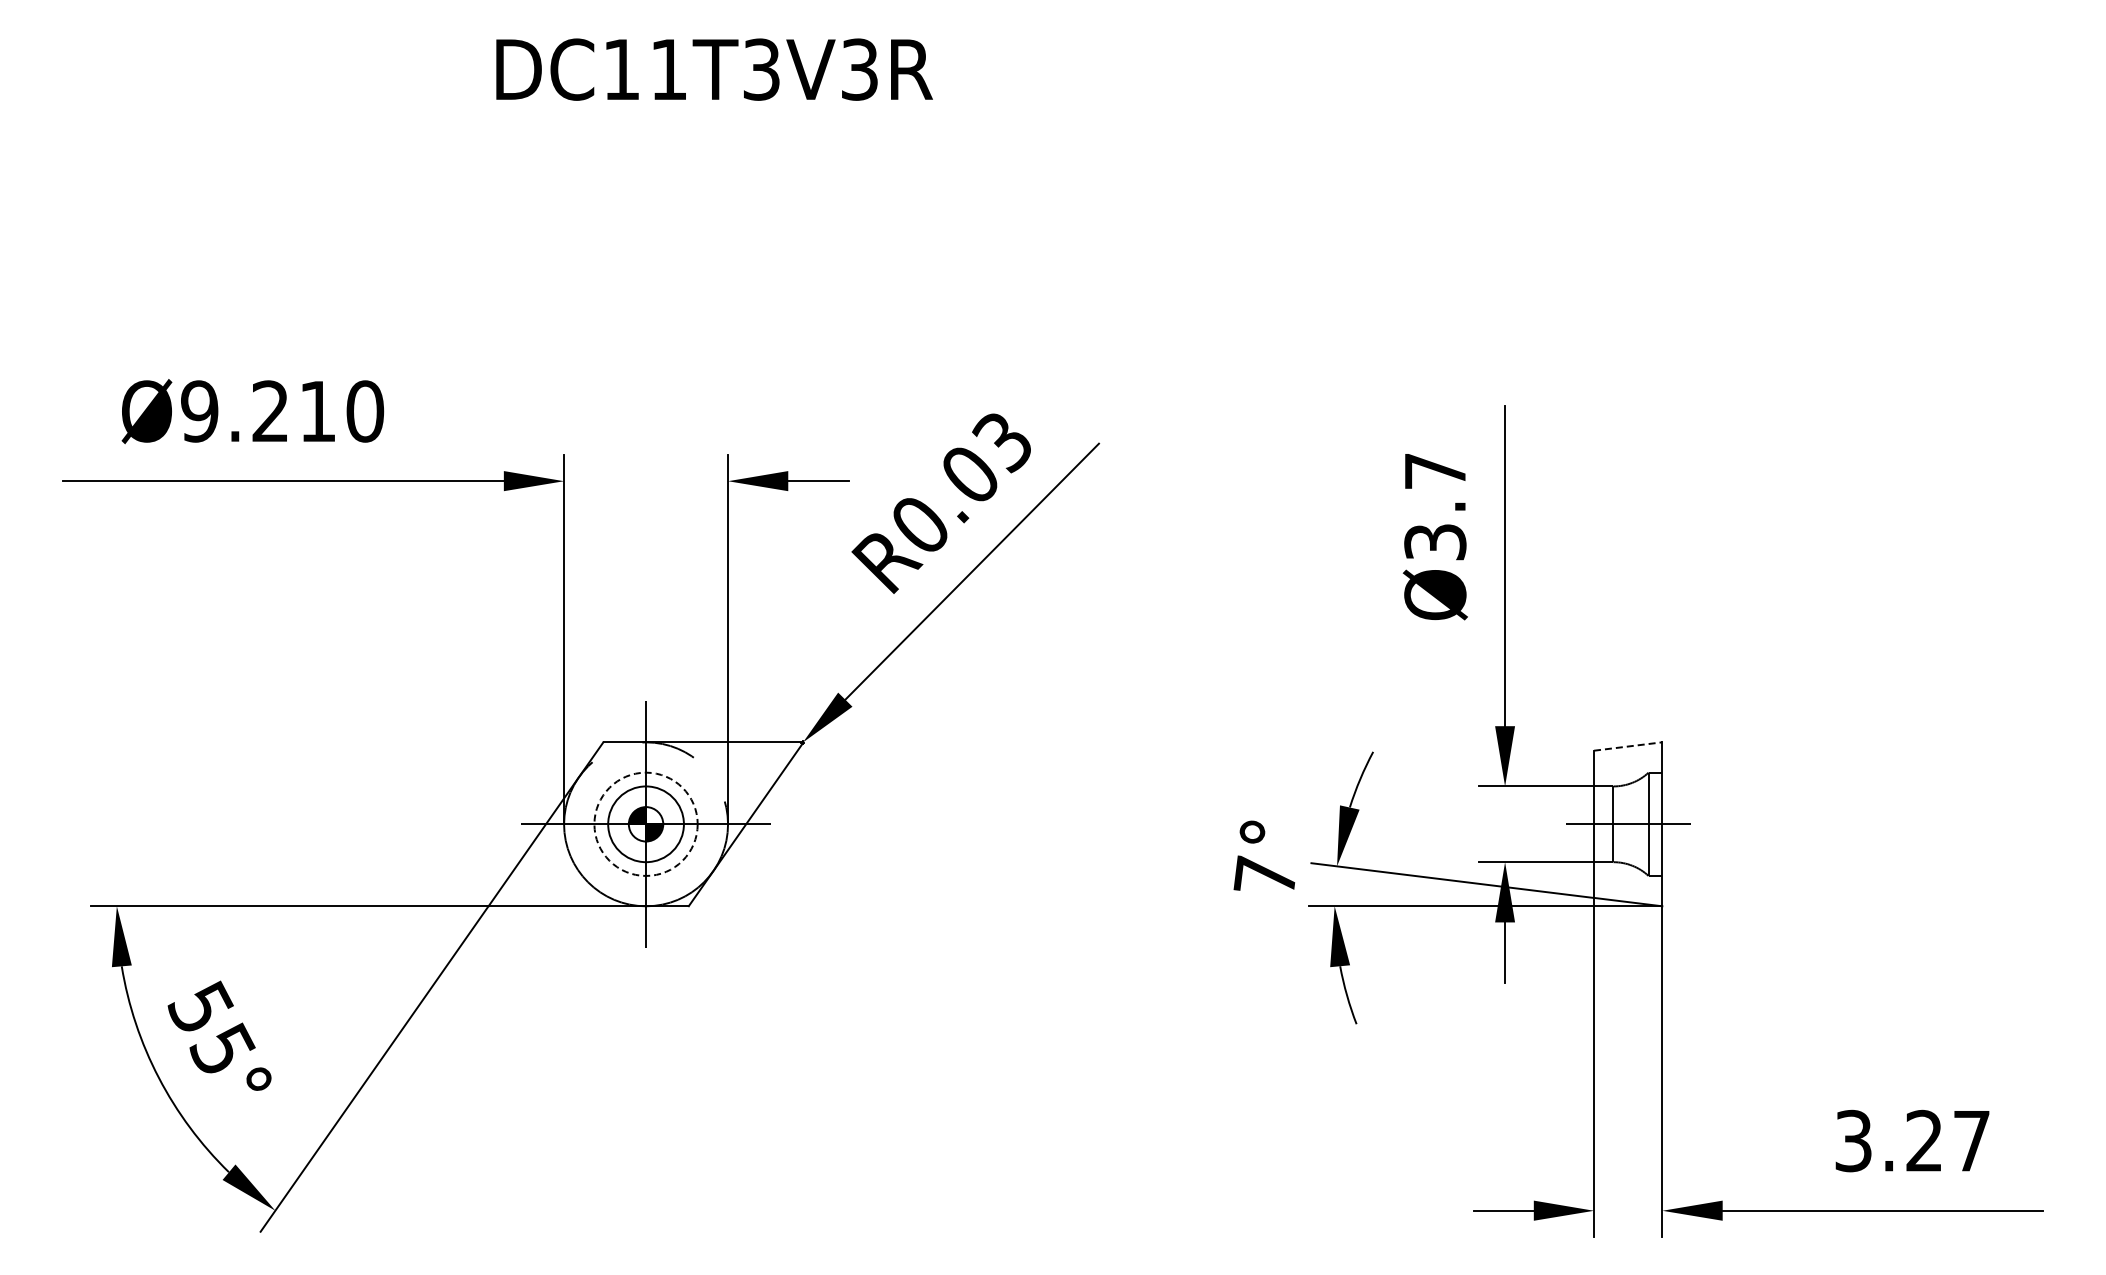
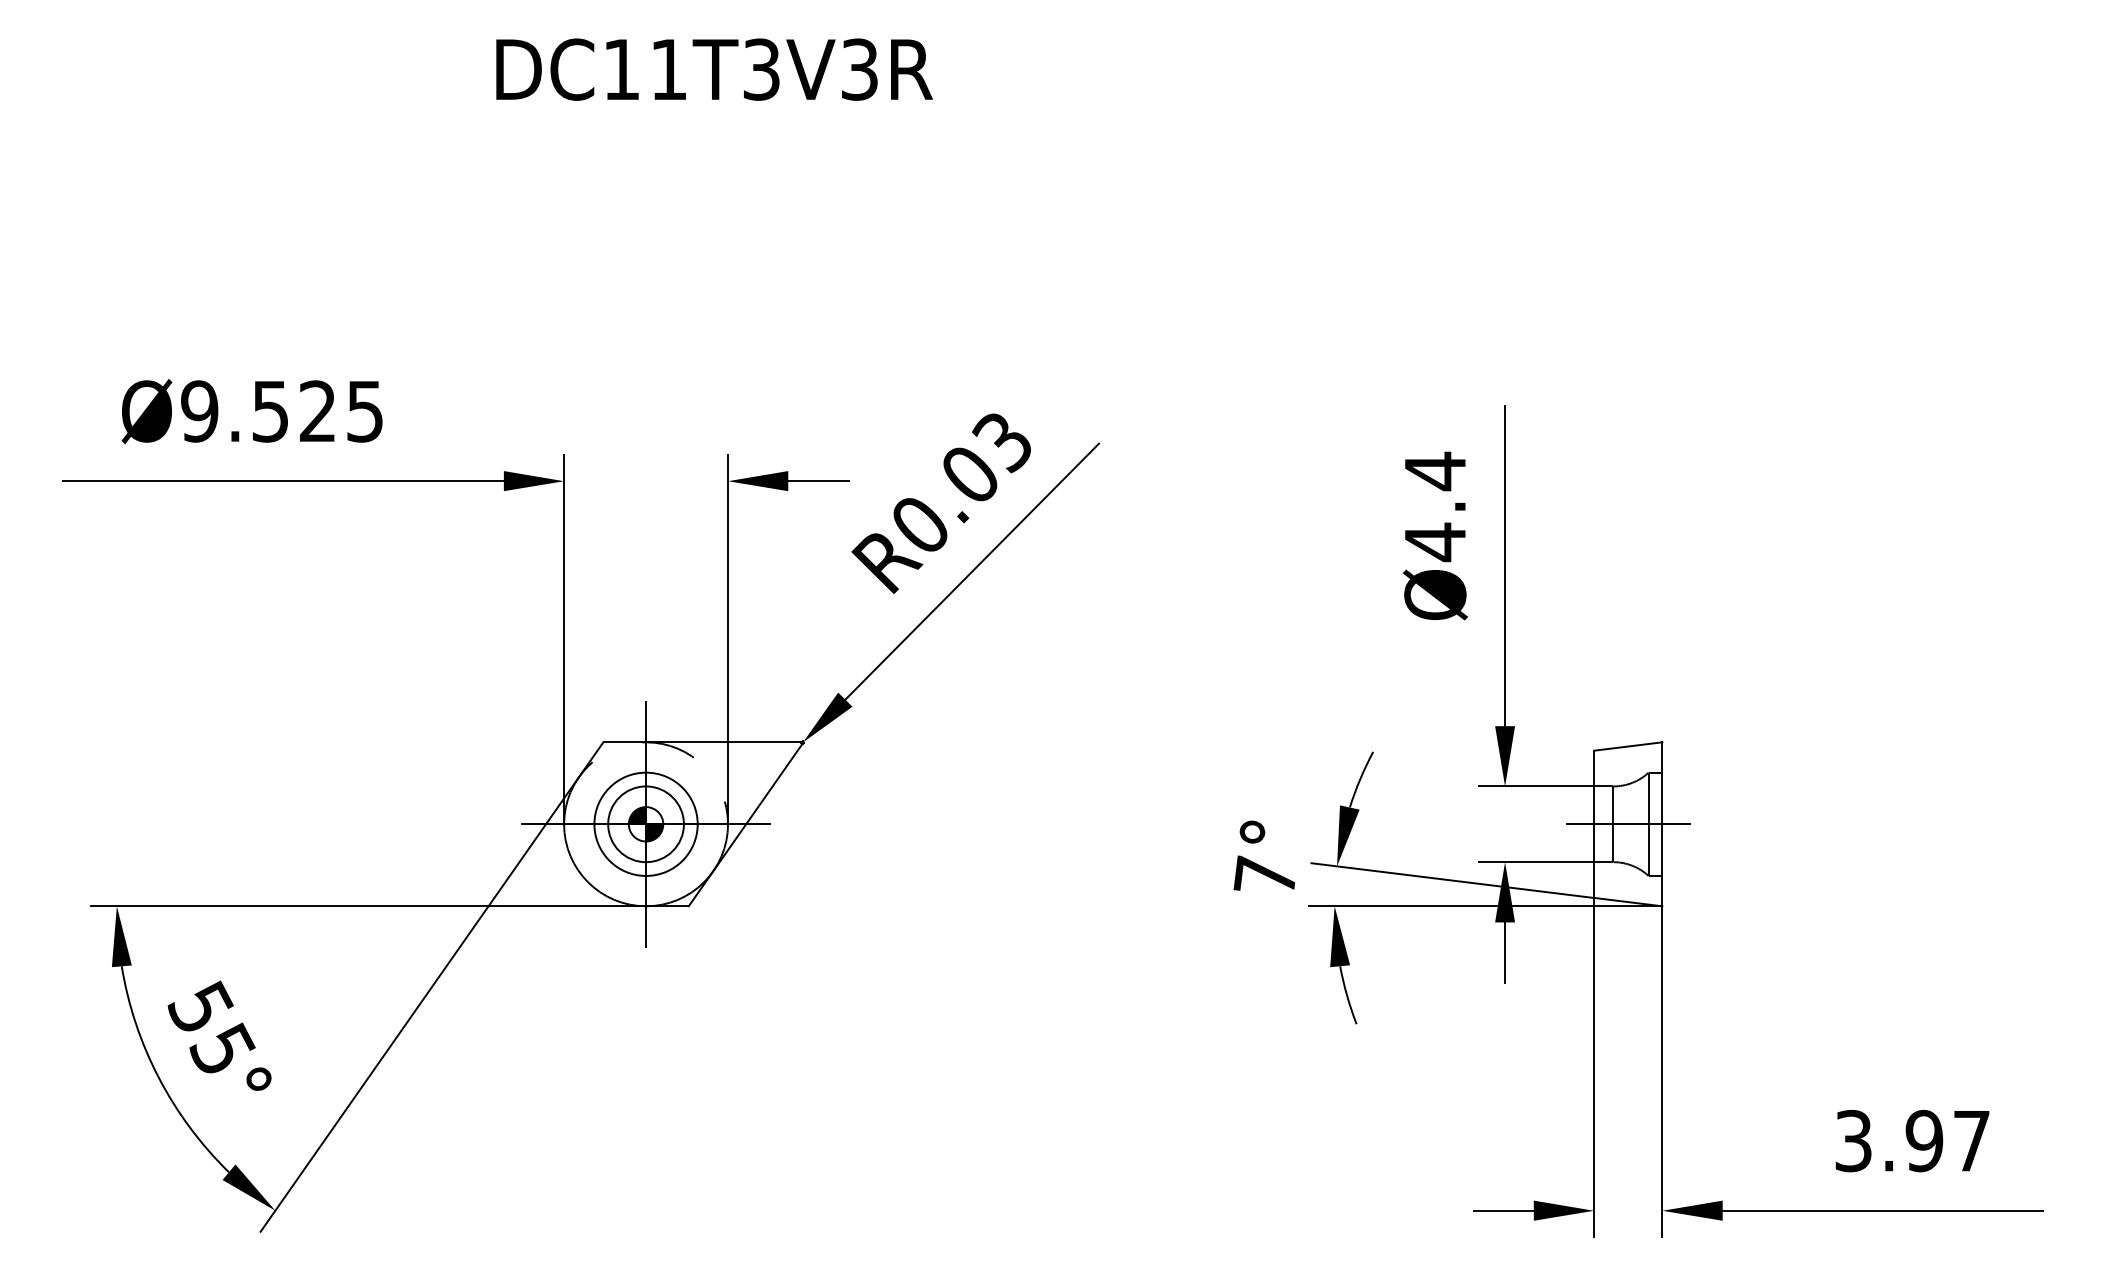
text at (318, 411): Ø9.210 -> Ø9.525
text at (1435, 506): Ø3.7 -> Ø4.4
line at (1628, 746): dashed -> solid
circle at (645, 823): dashed -> solid
text at (1924, 1141): 3.27 -> 3.97
